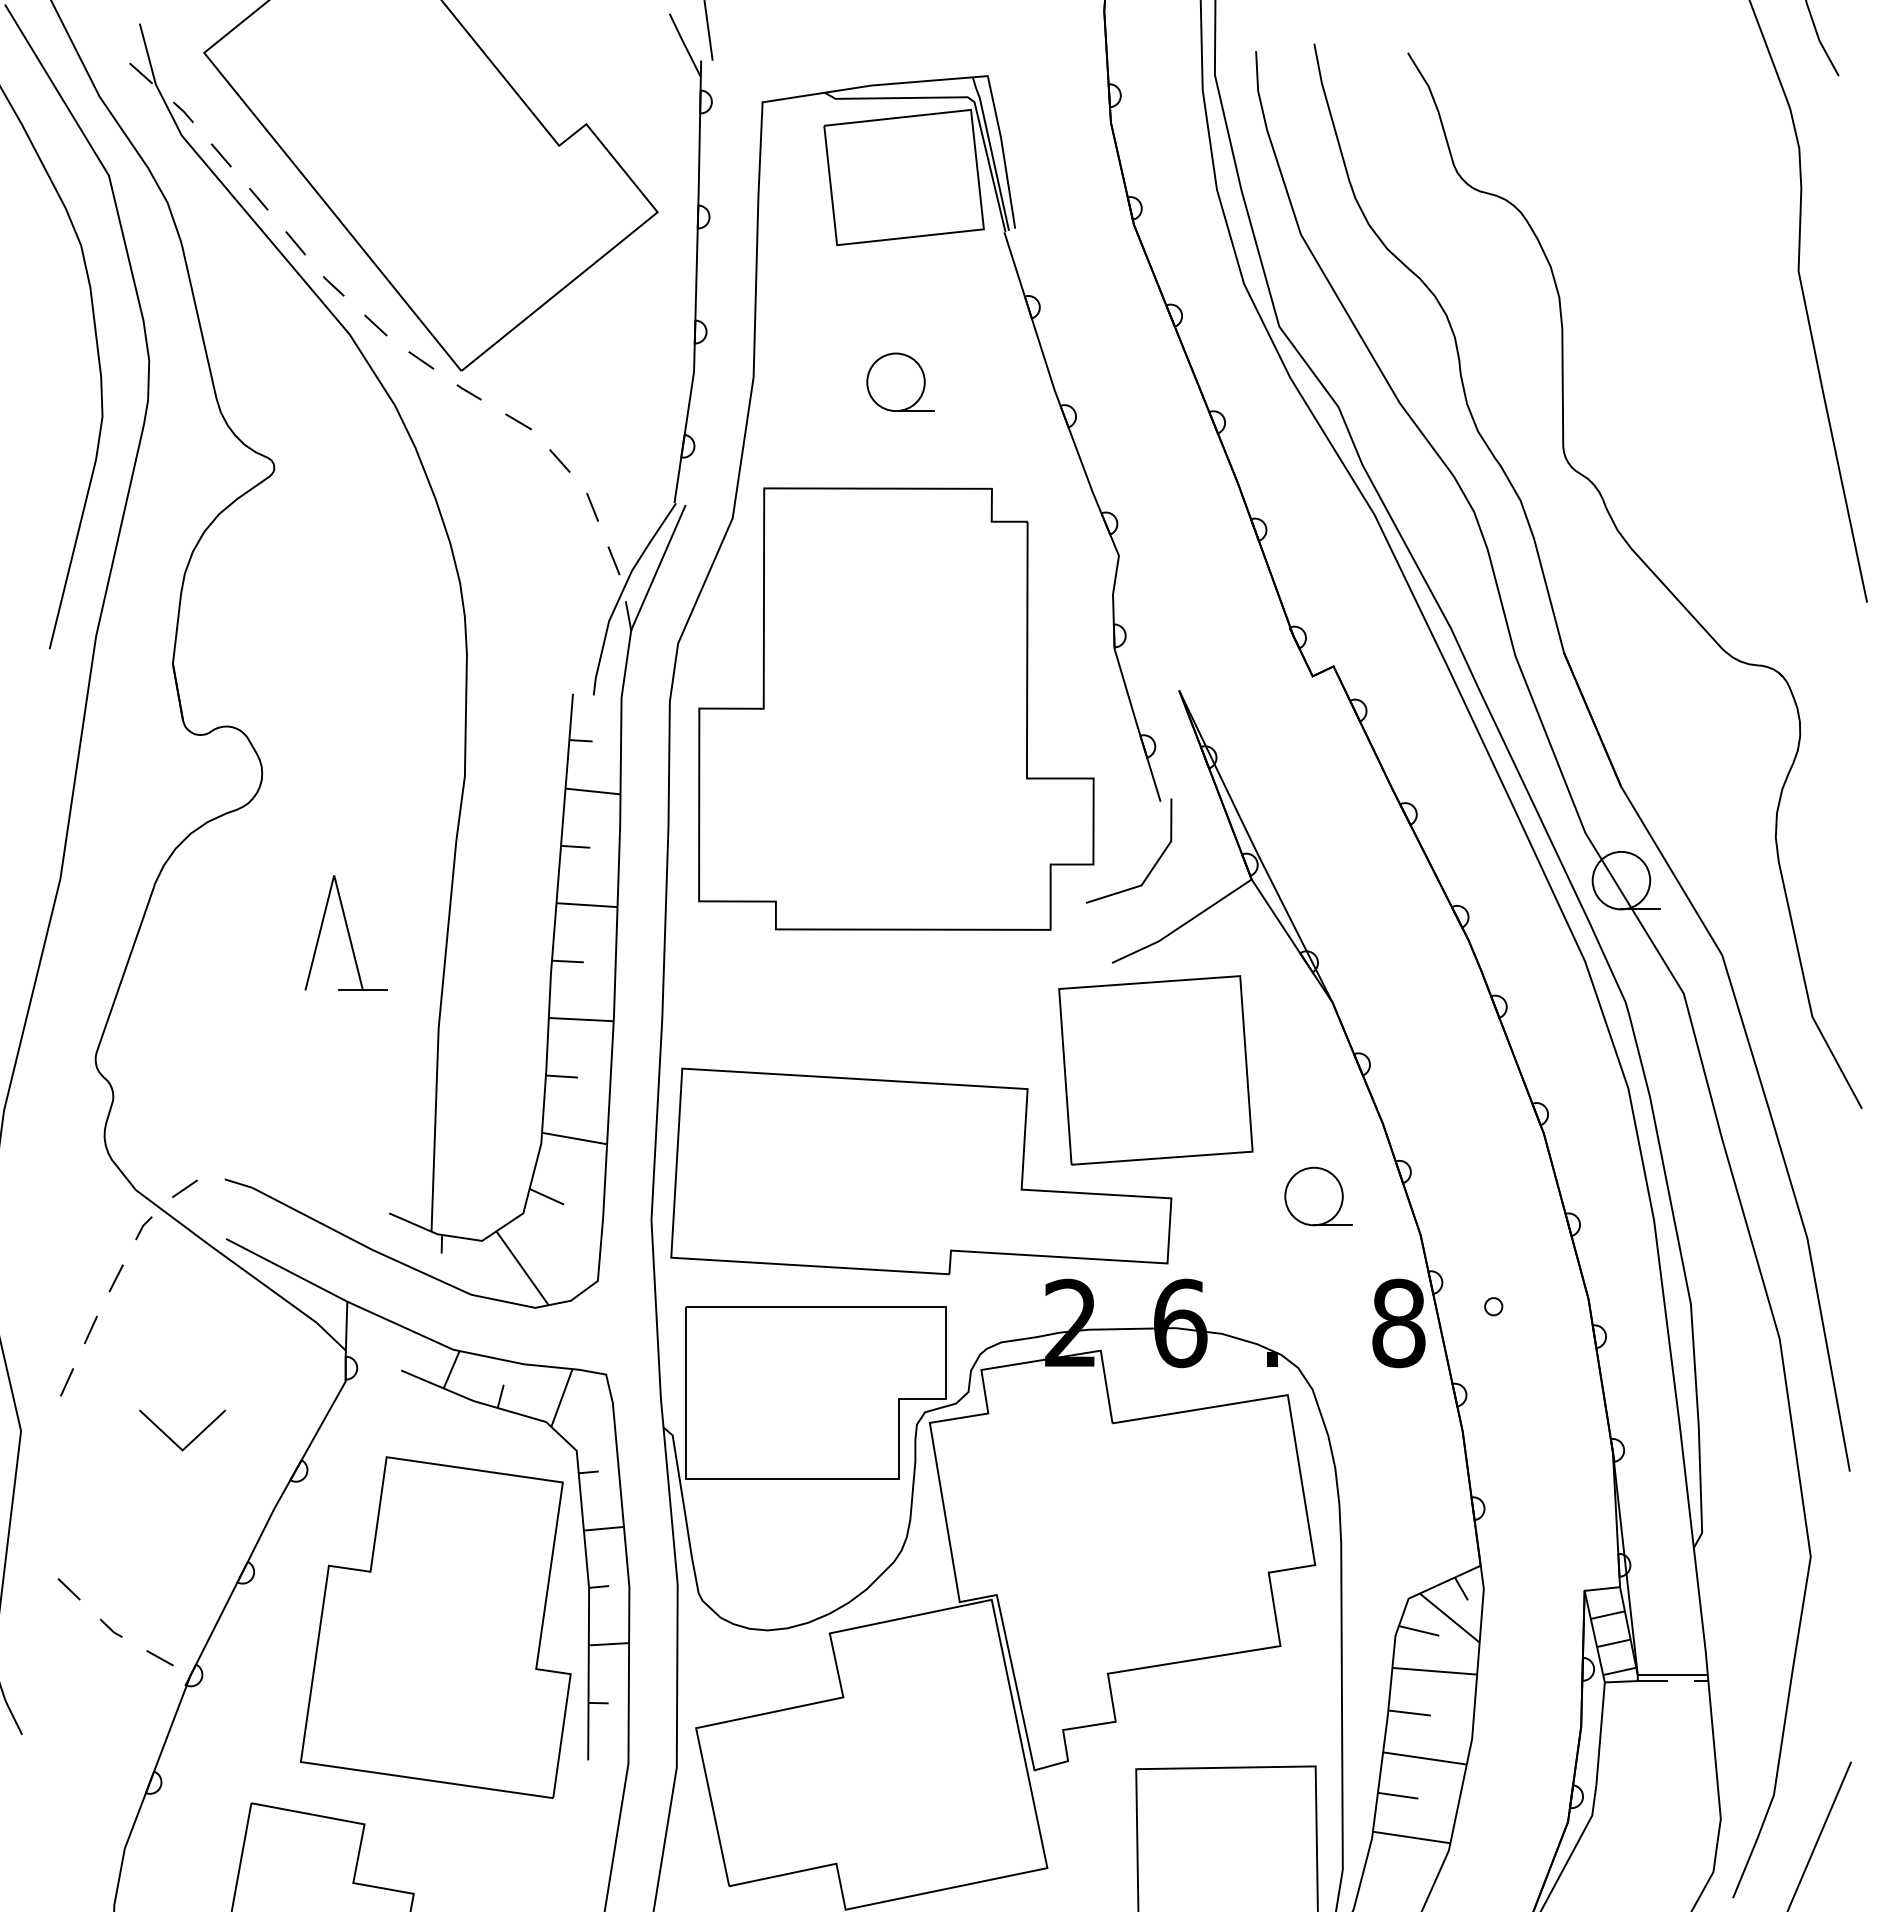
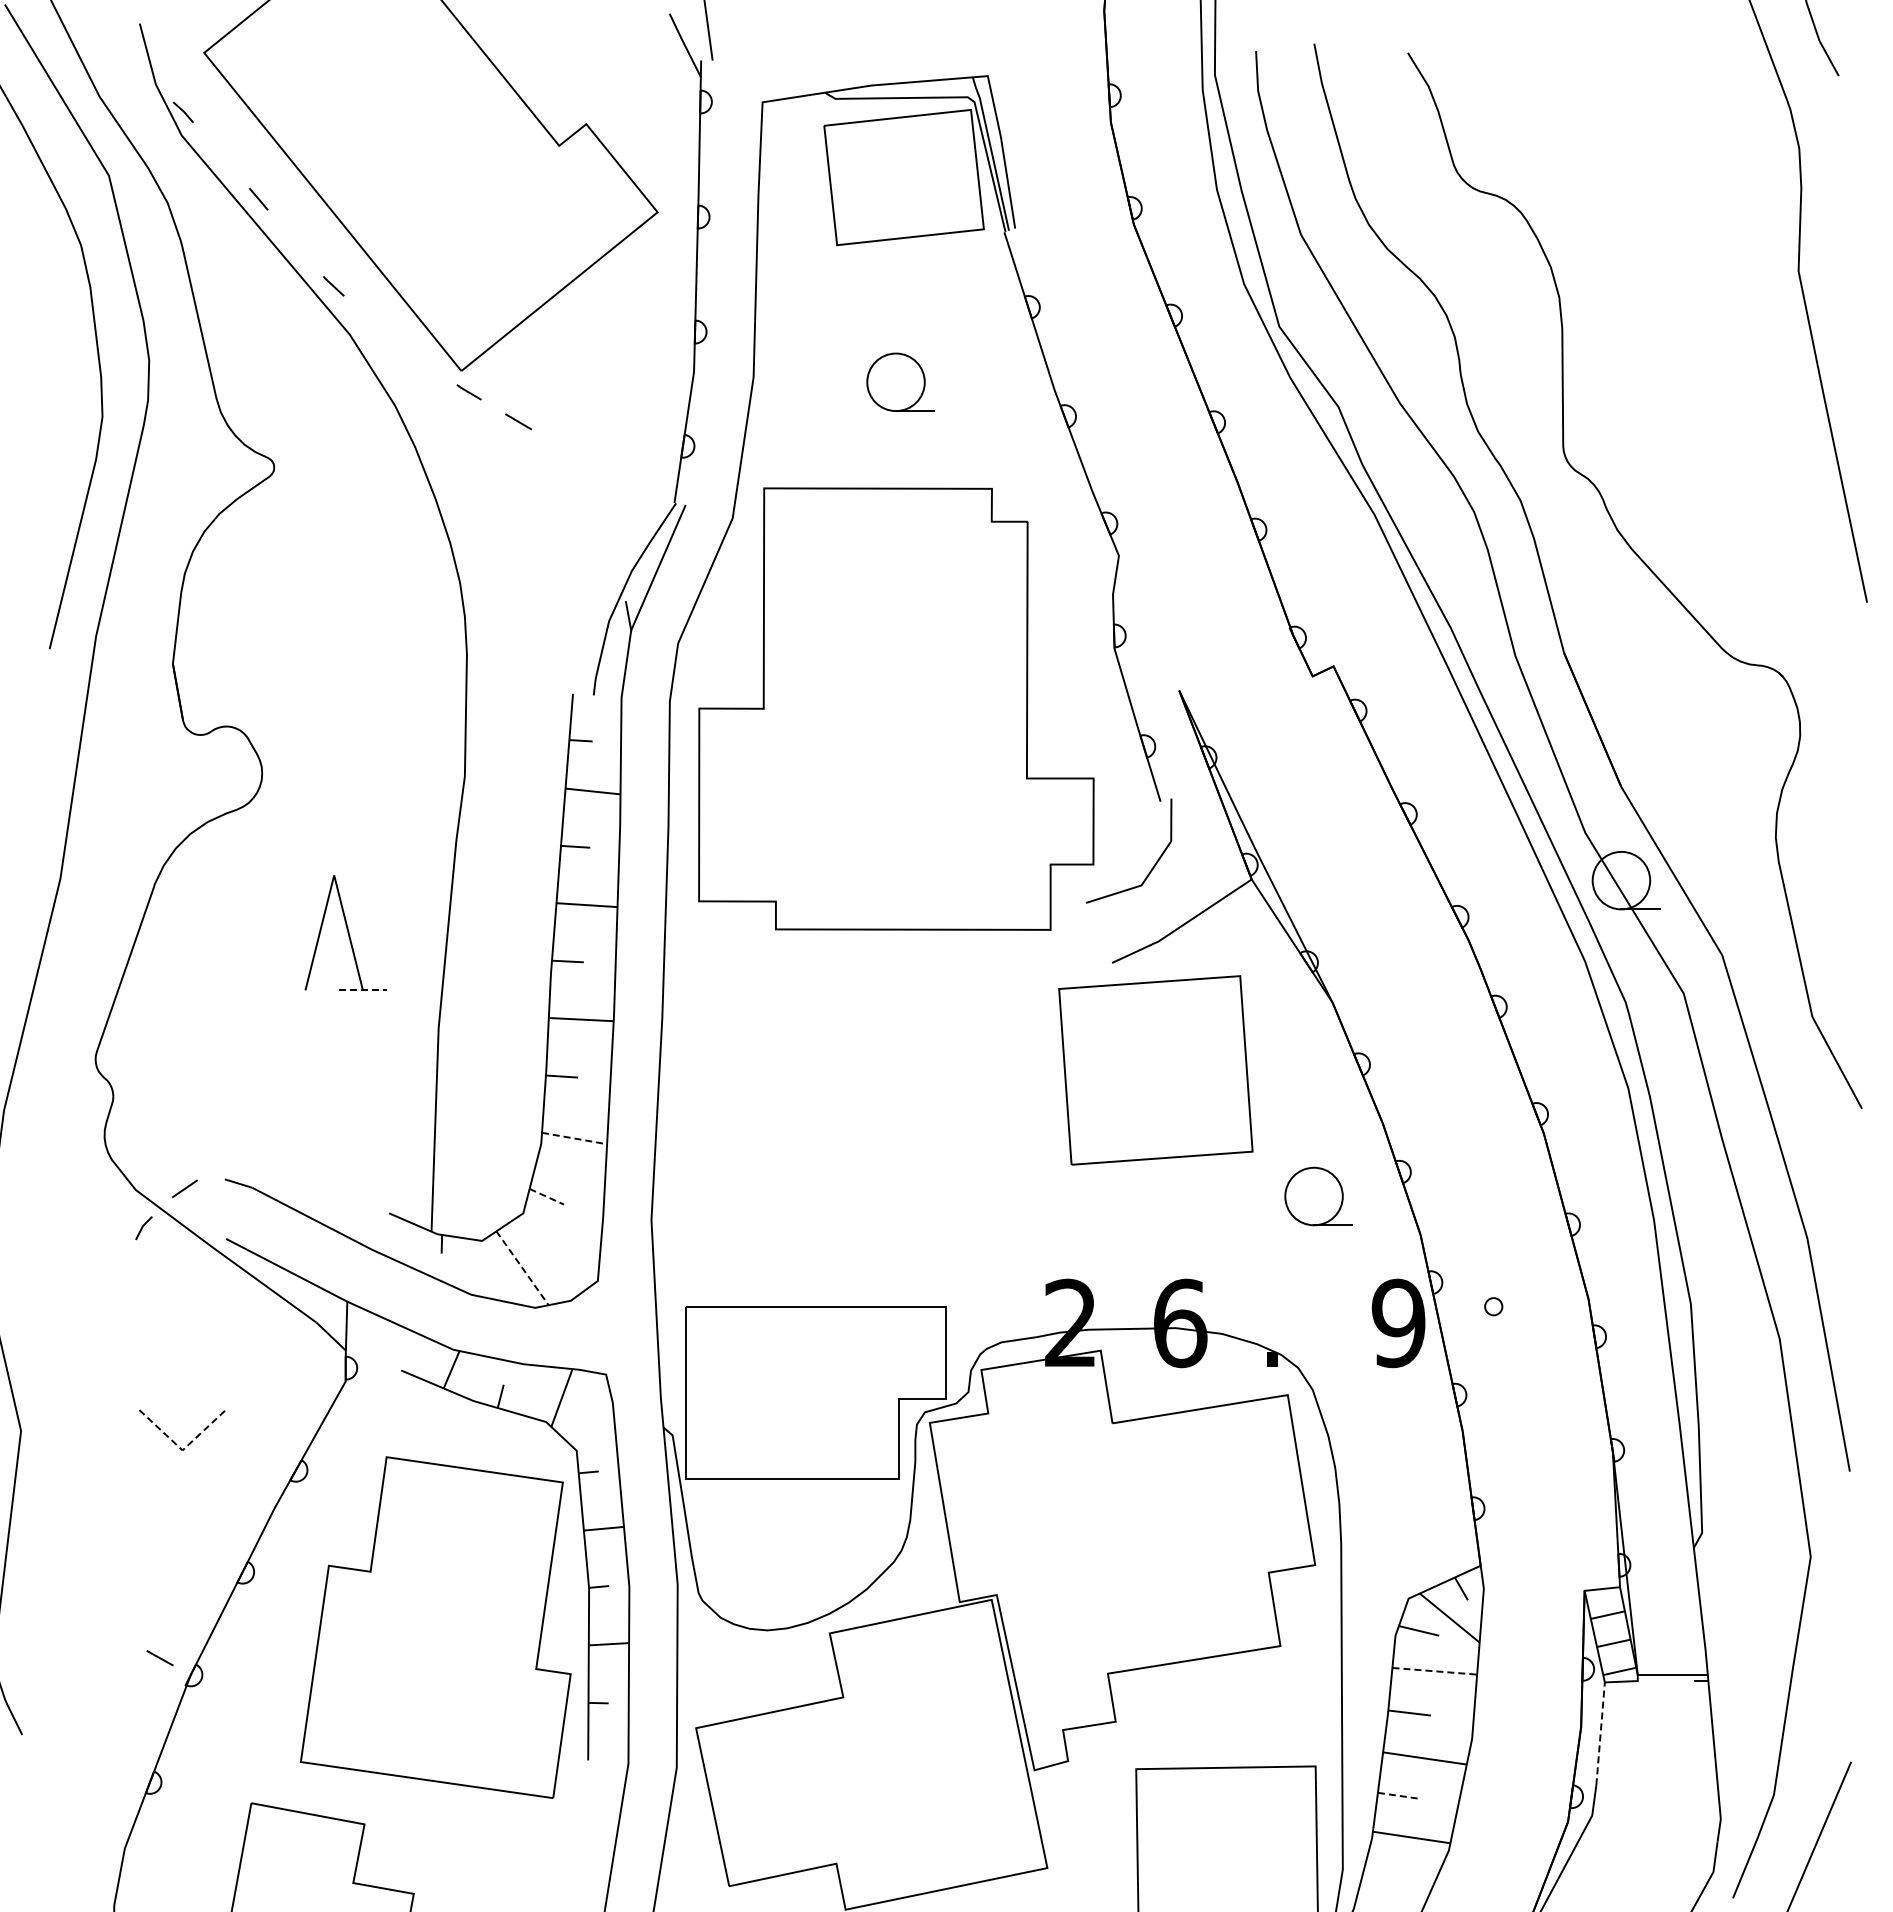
line at (140, 73): present -> none
line at (221, 155): present -> none
line at (295, 243): present -> none
line at (375, 325): present -> none
line at (421, 360): present -> none
line at (559, 460): present -> none
line at (592, 507): present -> none
line at (613, 560): present -> none
line at (362, 990): solid -> dashed
line at (574, 1138): solid -> dashed
part at (921, 1171): present -> none
line at (546, 1196): solid -> dashed
line at (522, 1268): solid -> dashed
line at (115, 1278): present -> none
text at (1398, 1323): 8 -> 9
line at (90, 1329): present -> none
line at (67, 1382): present -> none
line at (182, 1450): solid -> dashed
line at (68, 1589): present -> none
line at (110, 1627): present -> none
line at (1435, 1671): solid -> dashed
line at (1651, 1681): present -> none
line at (1600, 1733): solid -> dashed
line at (1398, 1795): solid -> dashed
